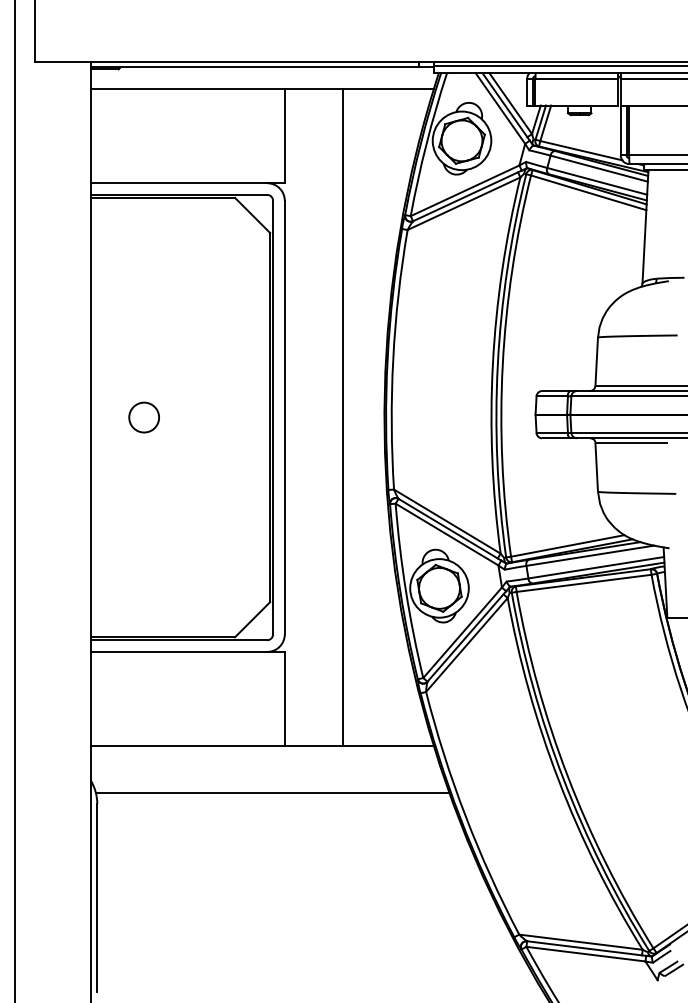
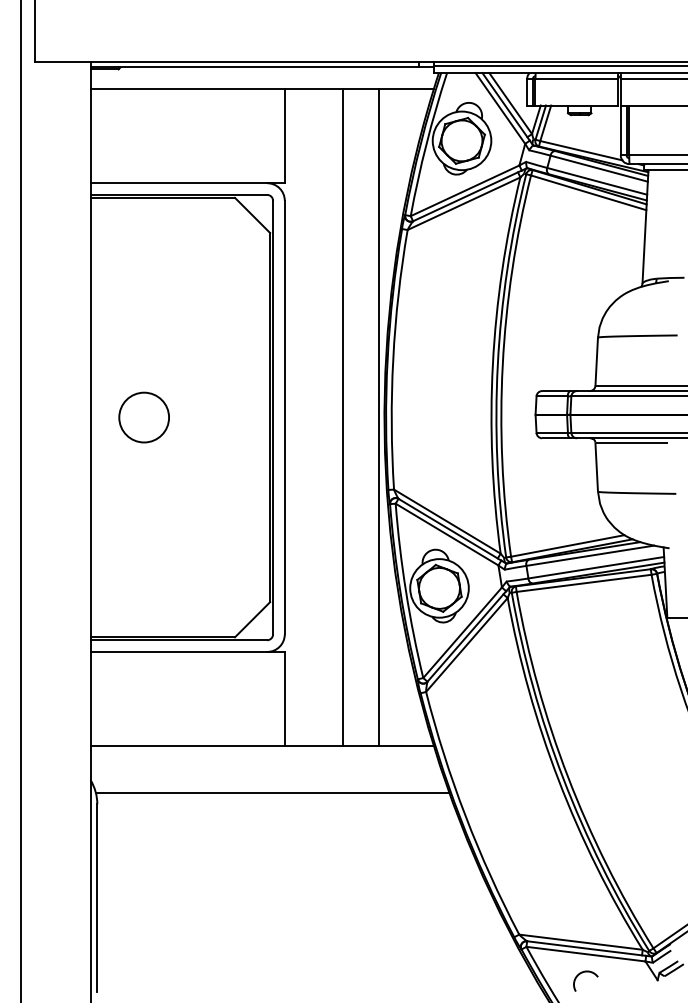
circle at (144, 417) diameter: 30 px -> 50 px
line at (378, 417): none -> present
line at (14, 500) position: (14, 500) -> (20, 500)
arc at (582, 973): none -> present
